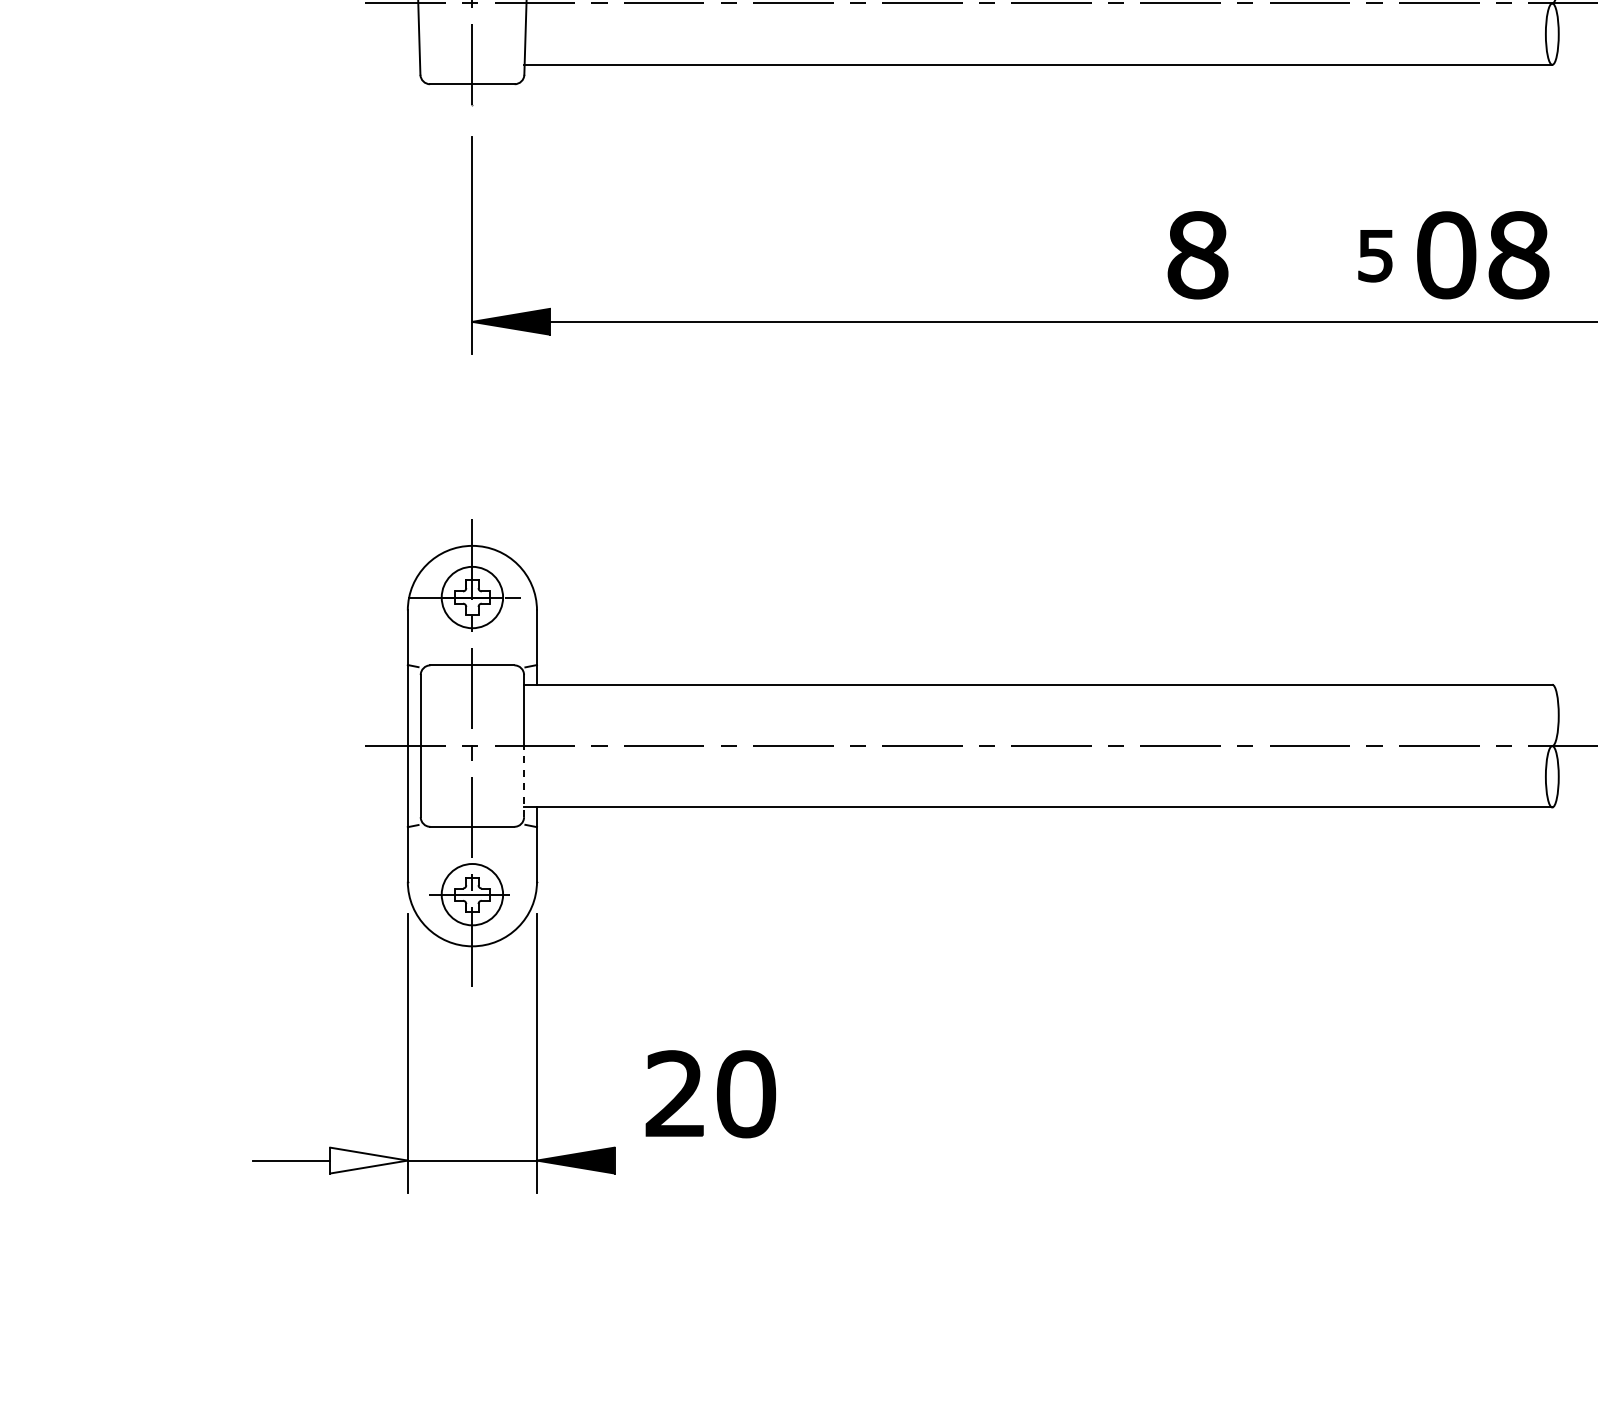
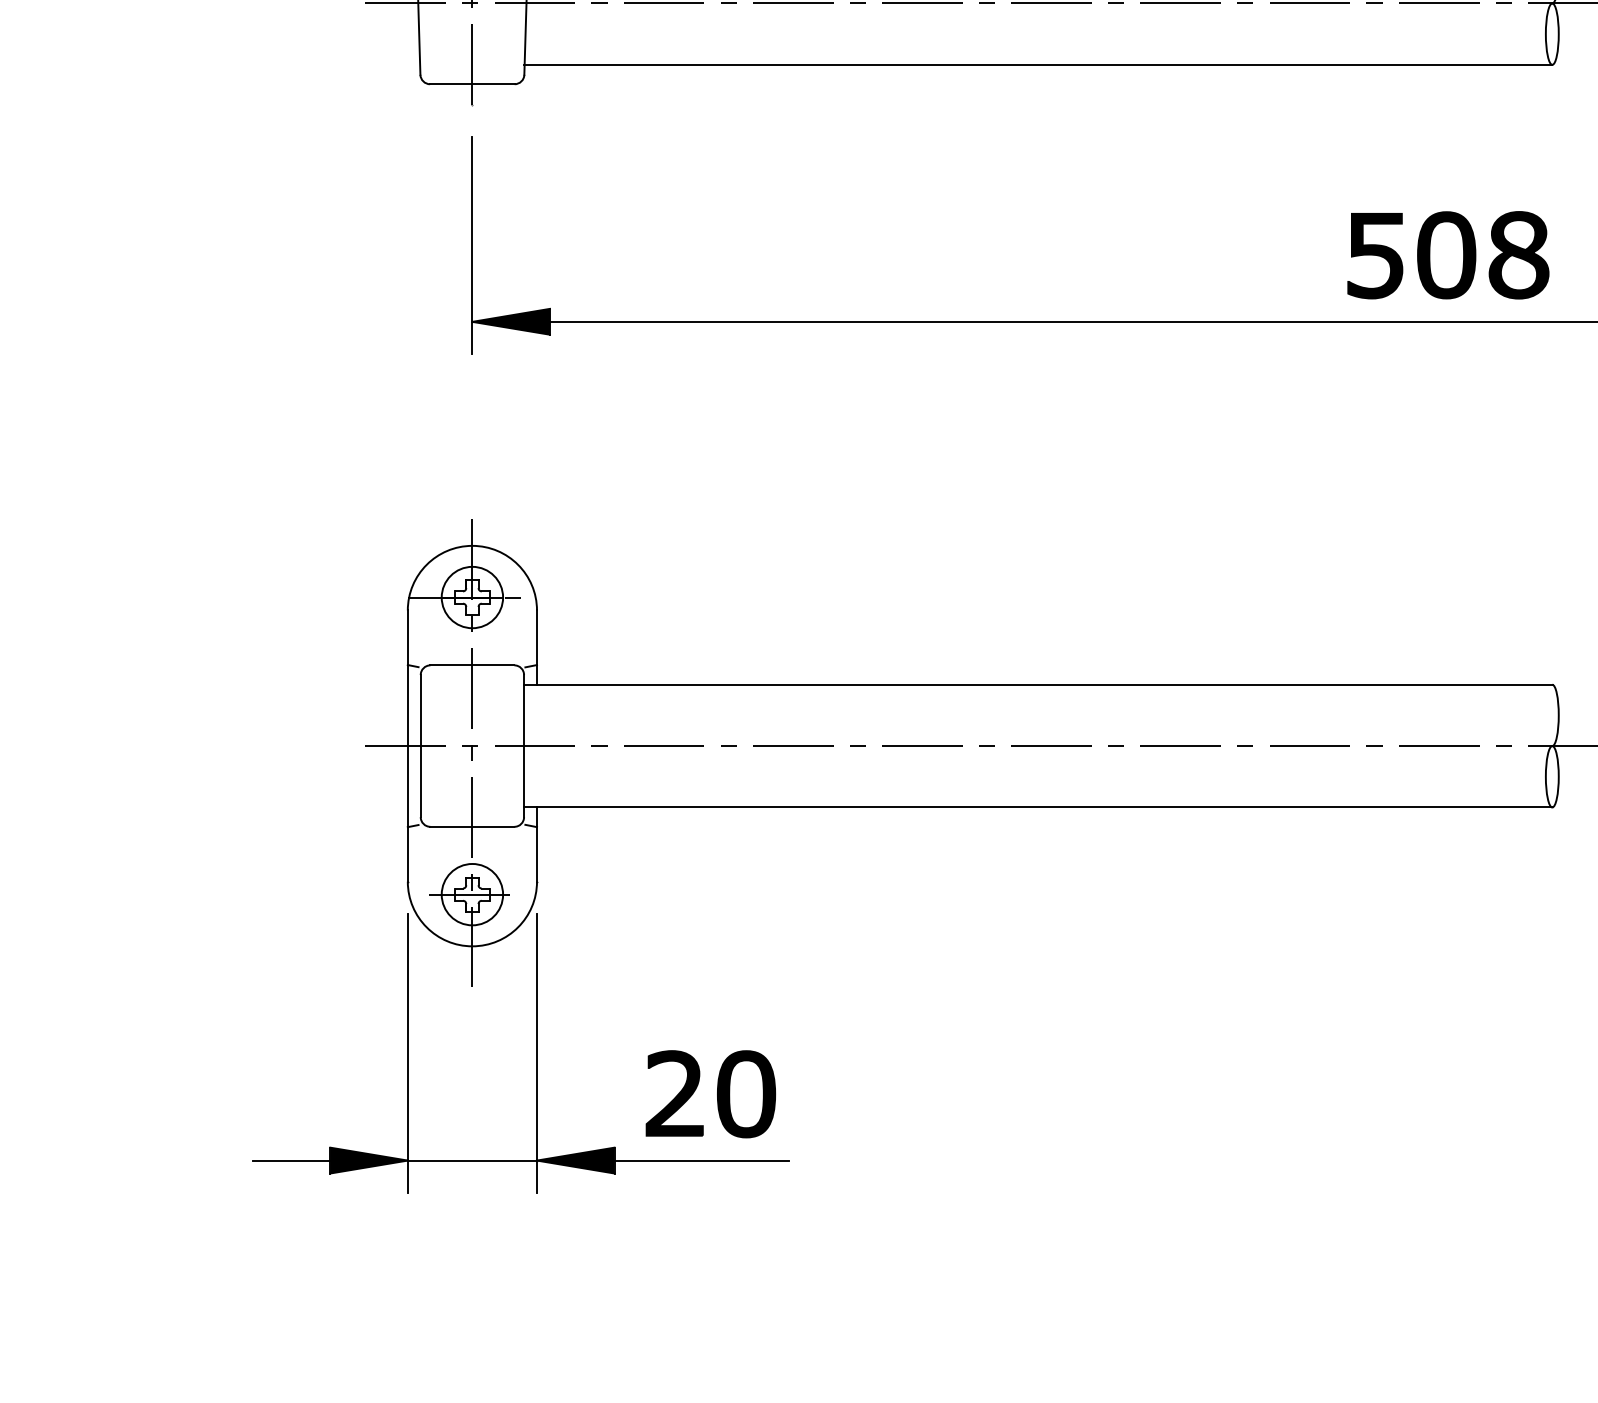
part at (1197, 255): present -> none
part at (1375, 256) size: 35x53 px -> 57x87 px
line at (524, 781): dashed -> solid
fill at (368, 1160): none -> present
line at (701, 1160): none -> present
